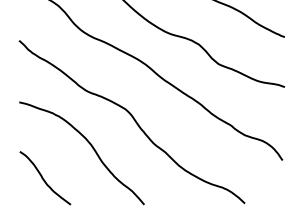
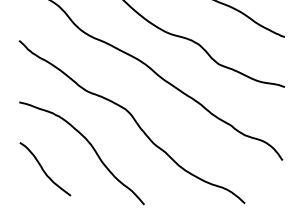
curve at (44, 179) position: (44, 179) -> (44, 170)
